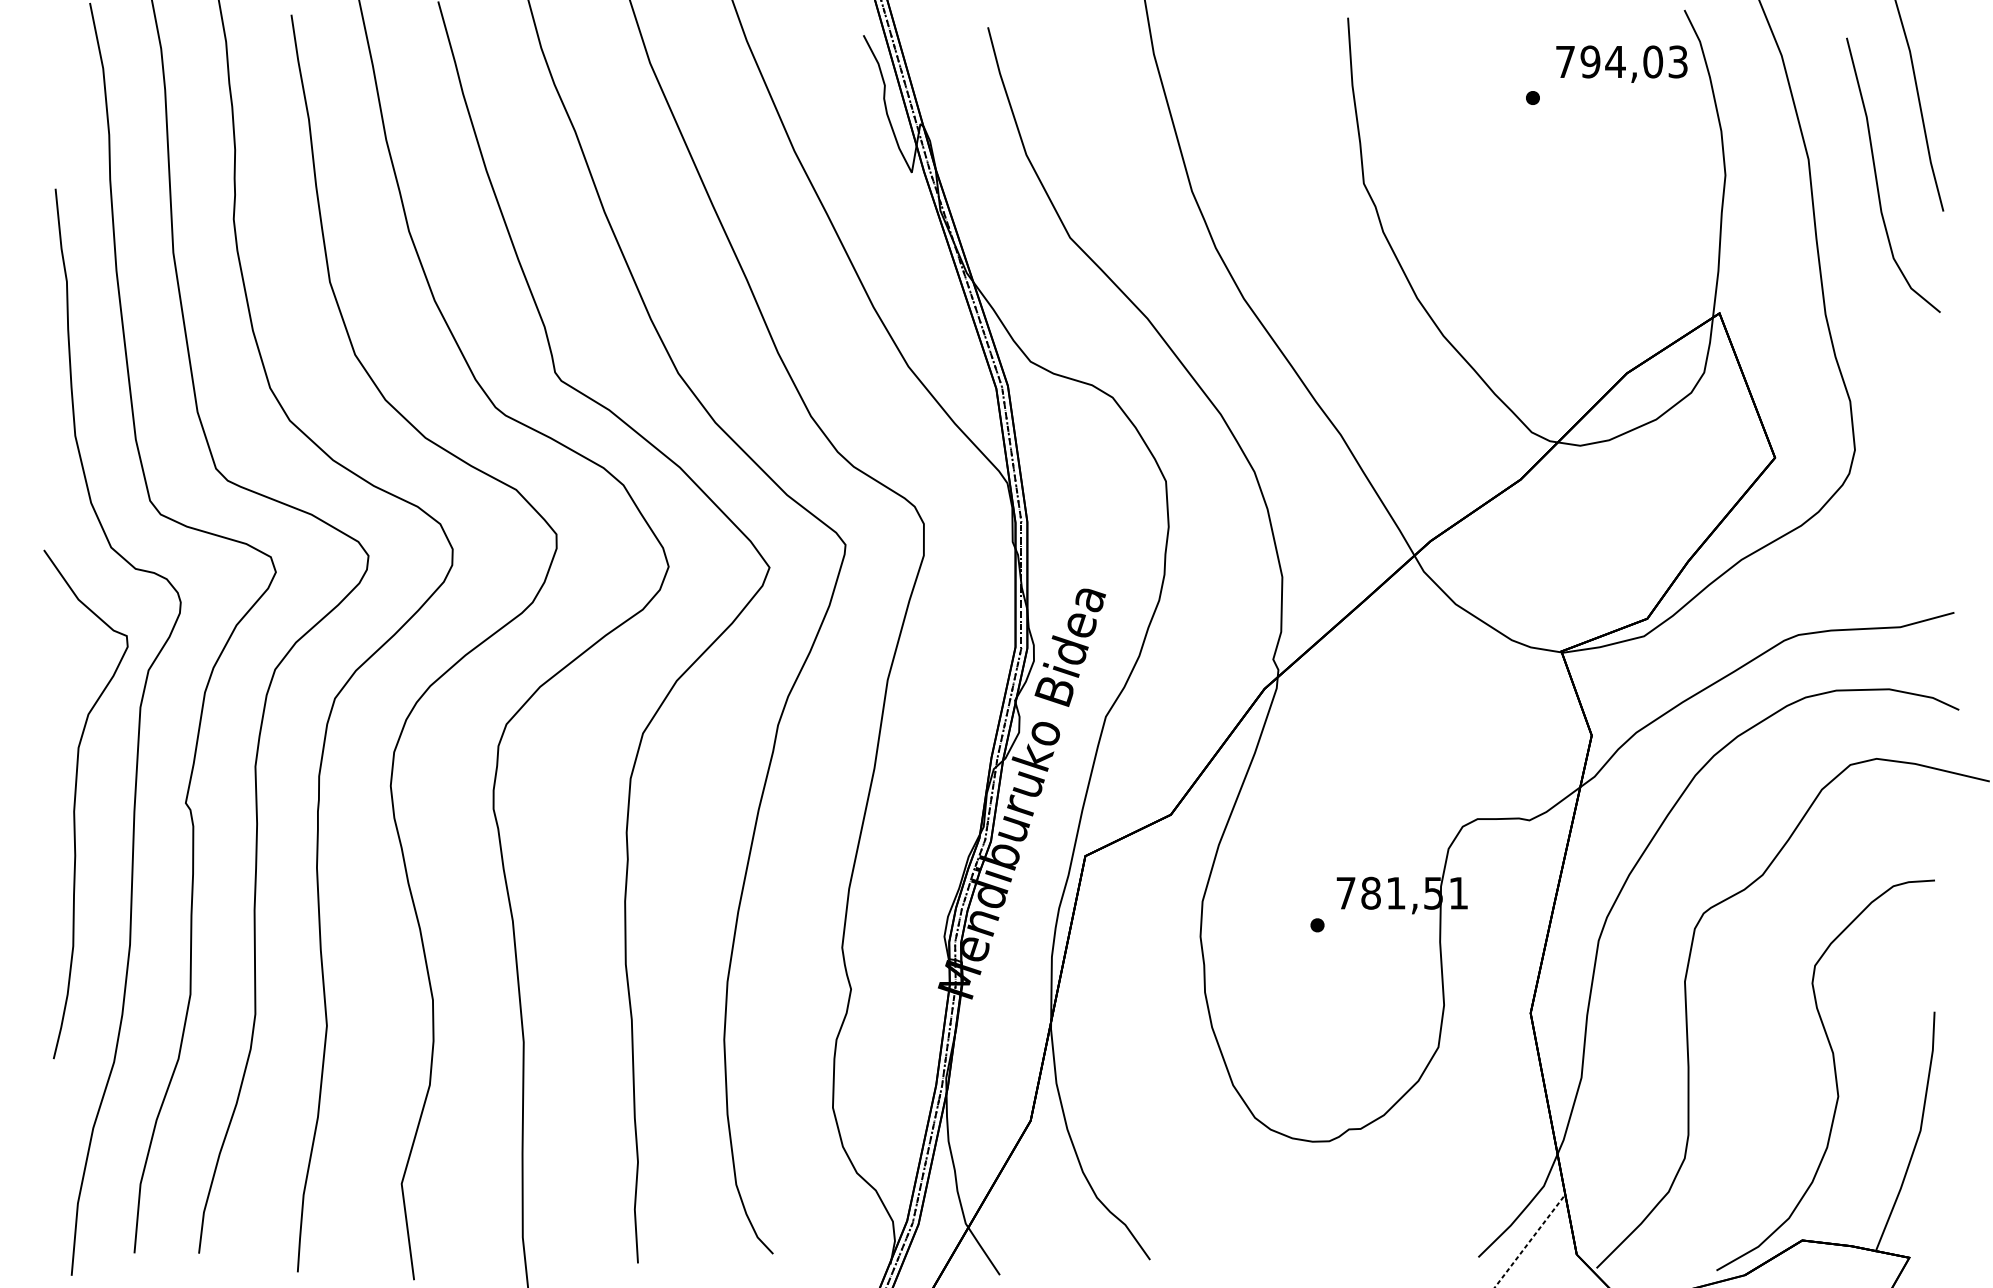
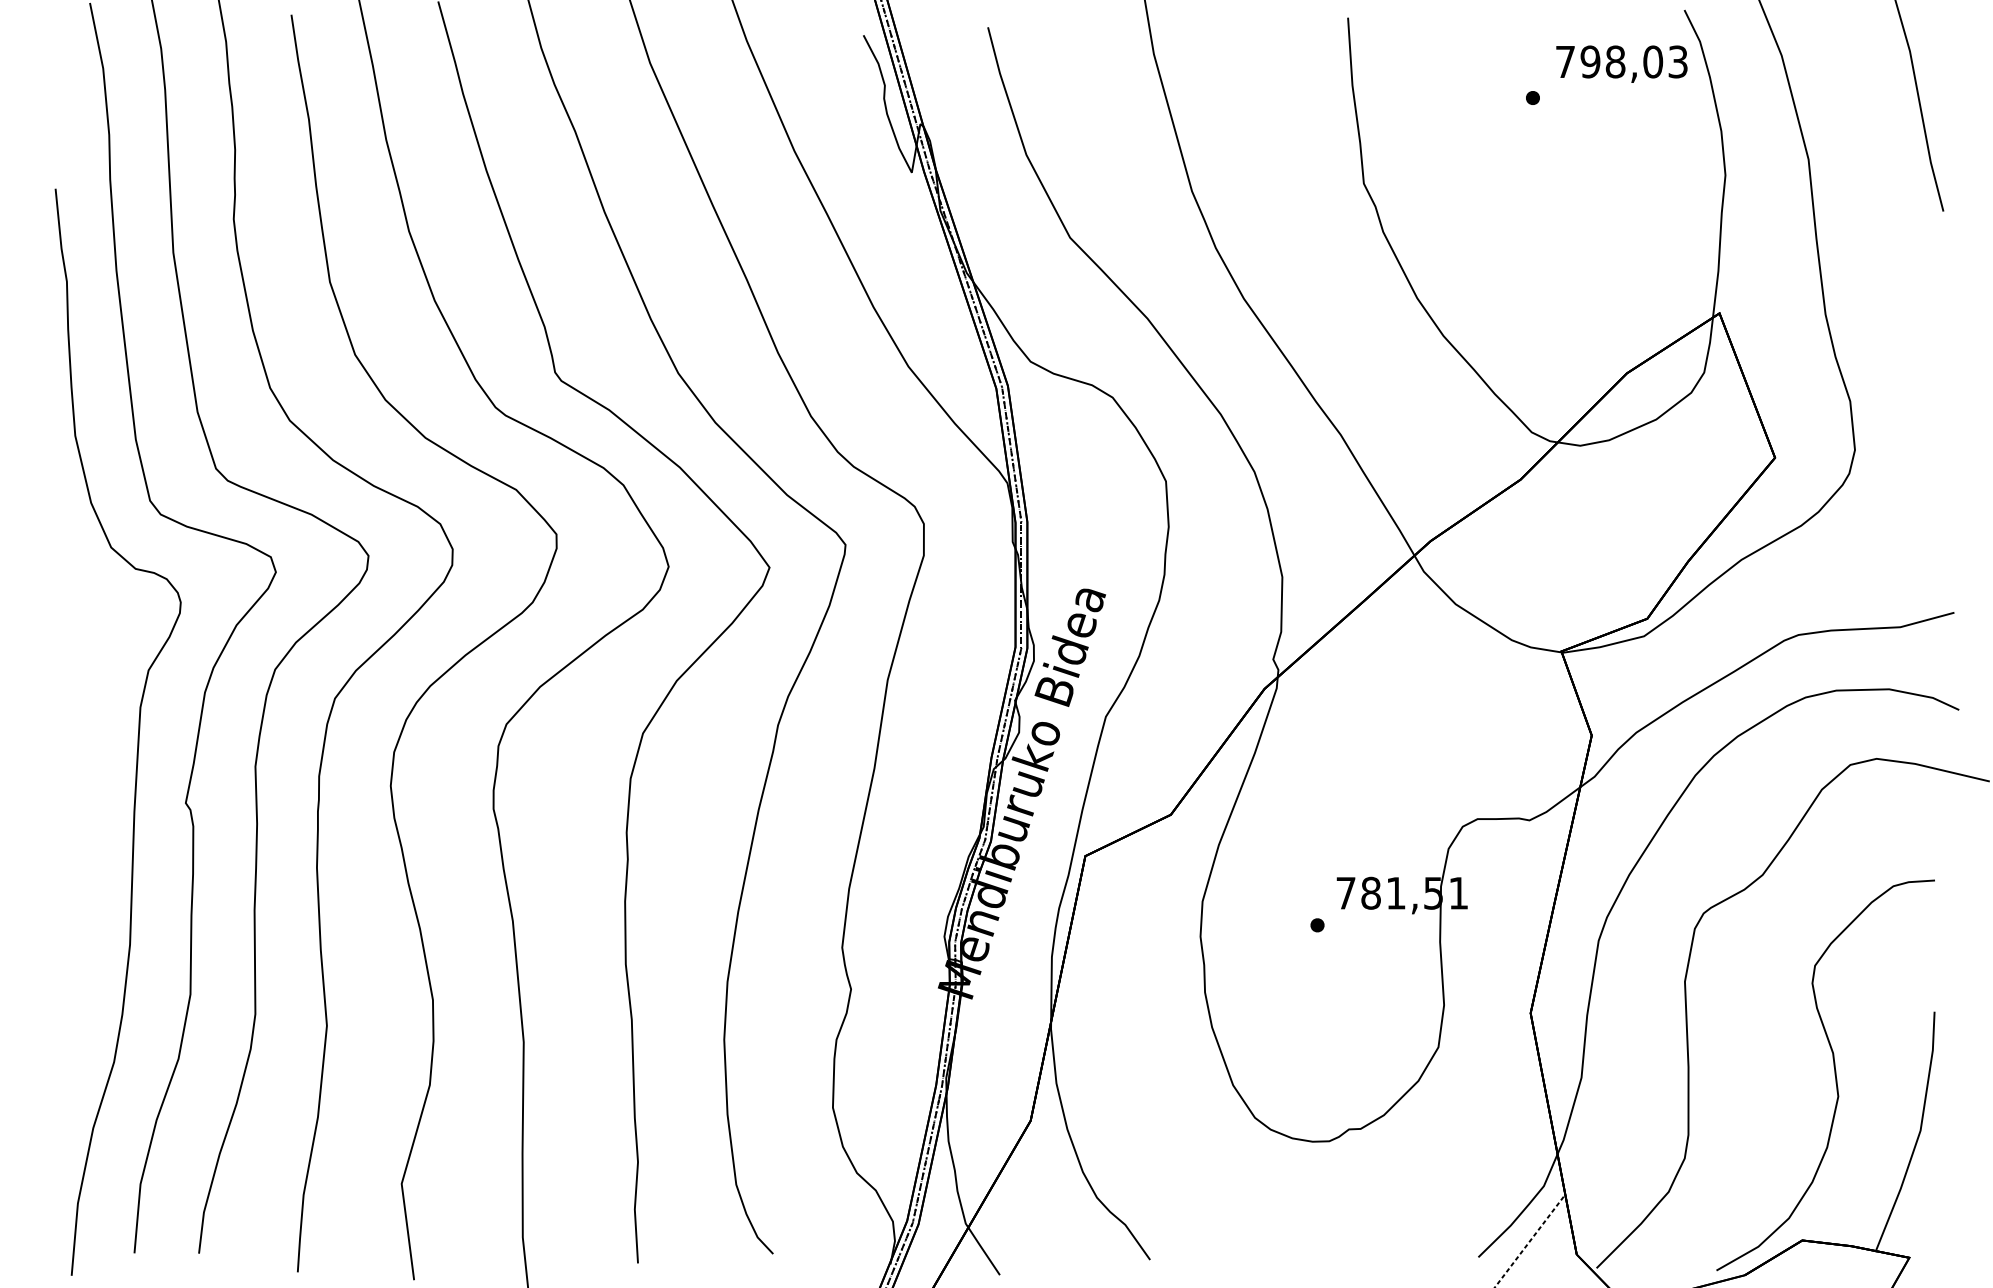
text at (1615, 61): 794,03 -> 798,03
curve at (1877, 178): present -> none
curve at (75, 804): present -> none
